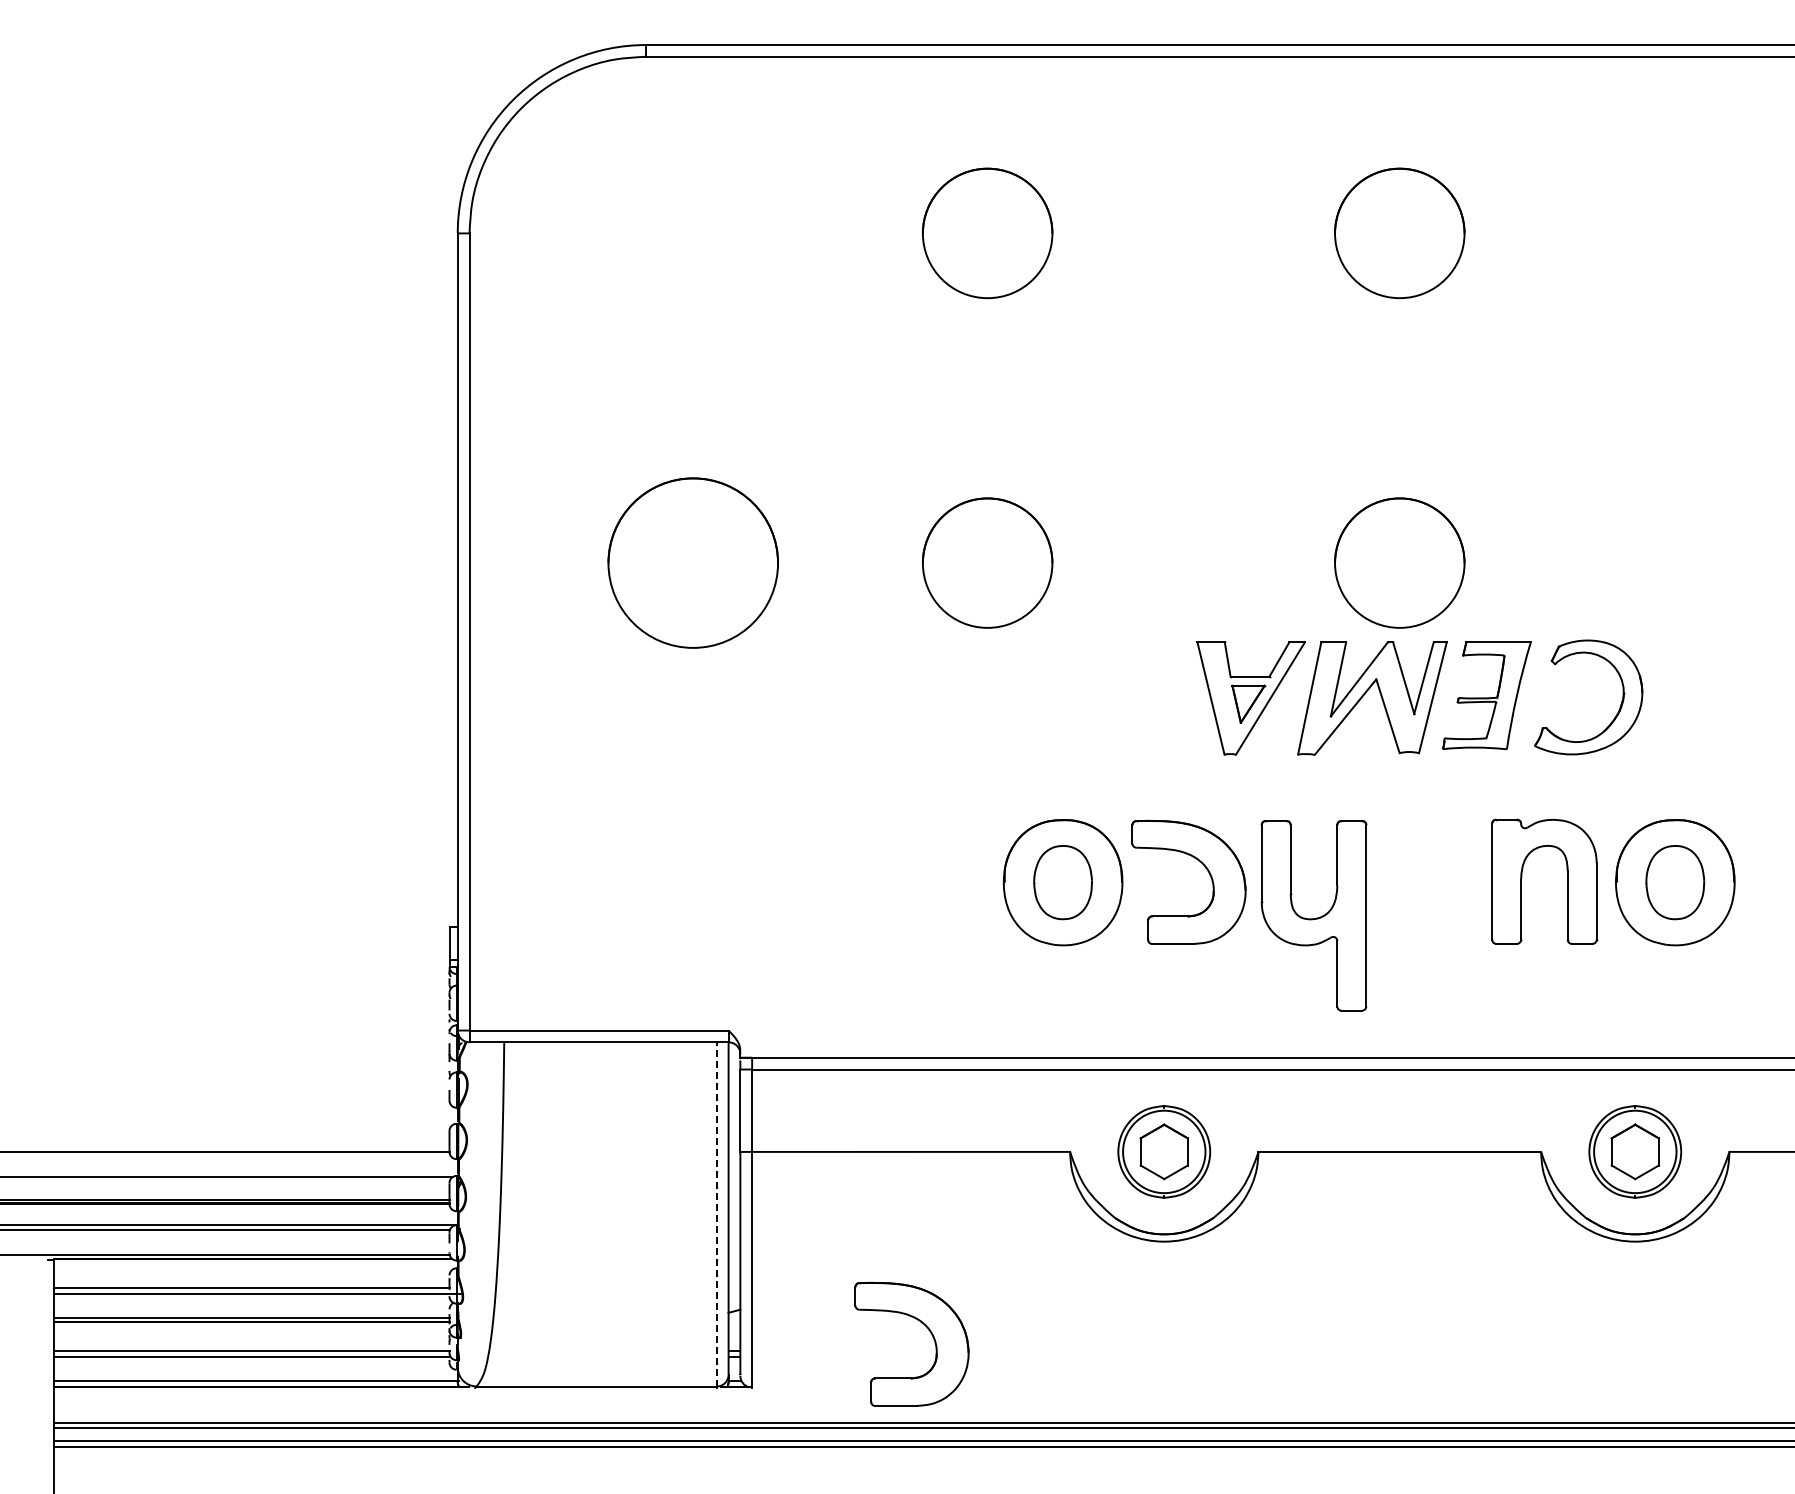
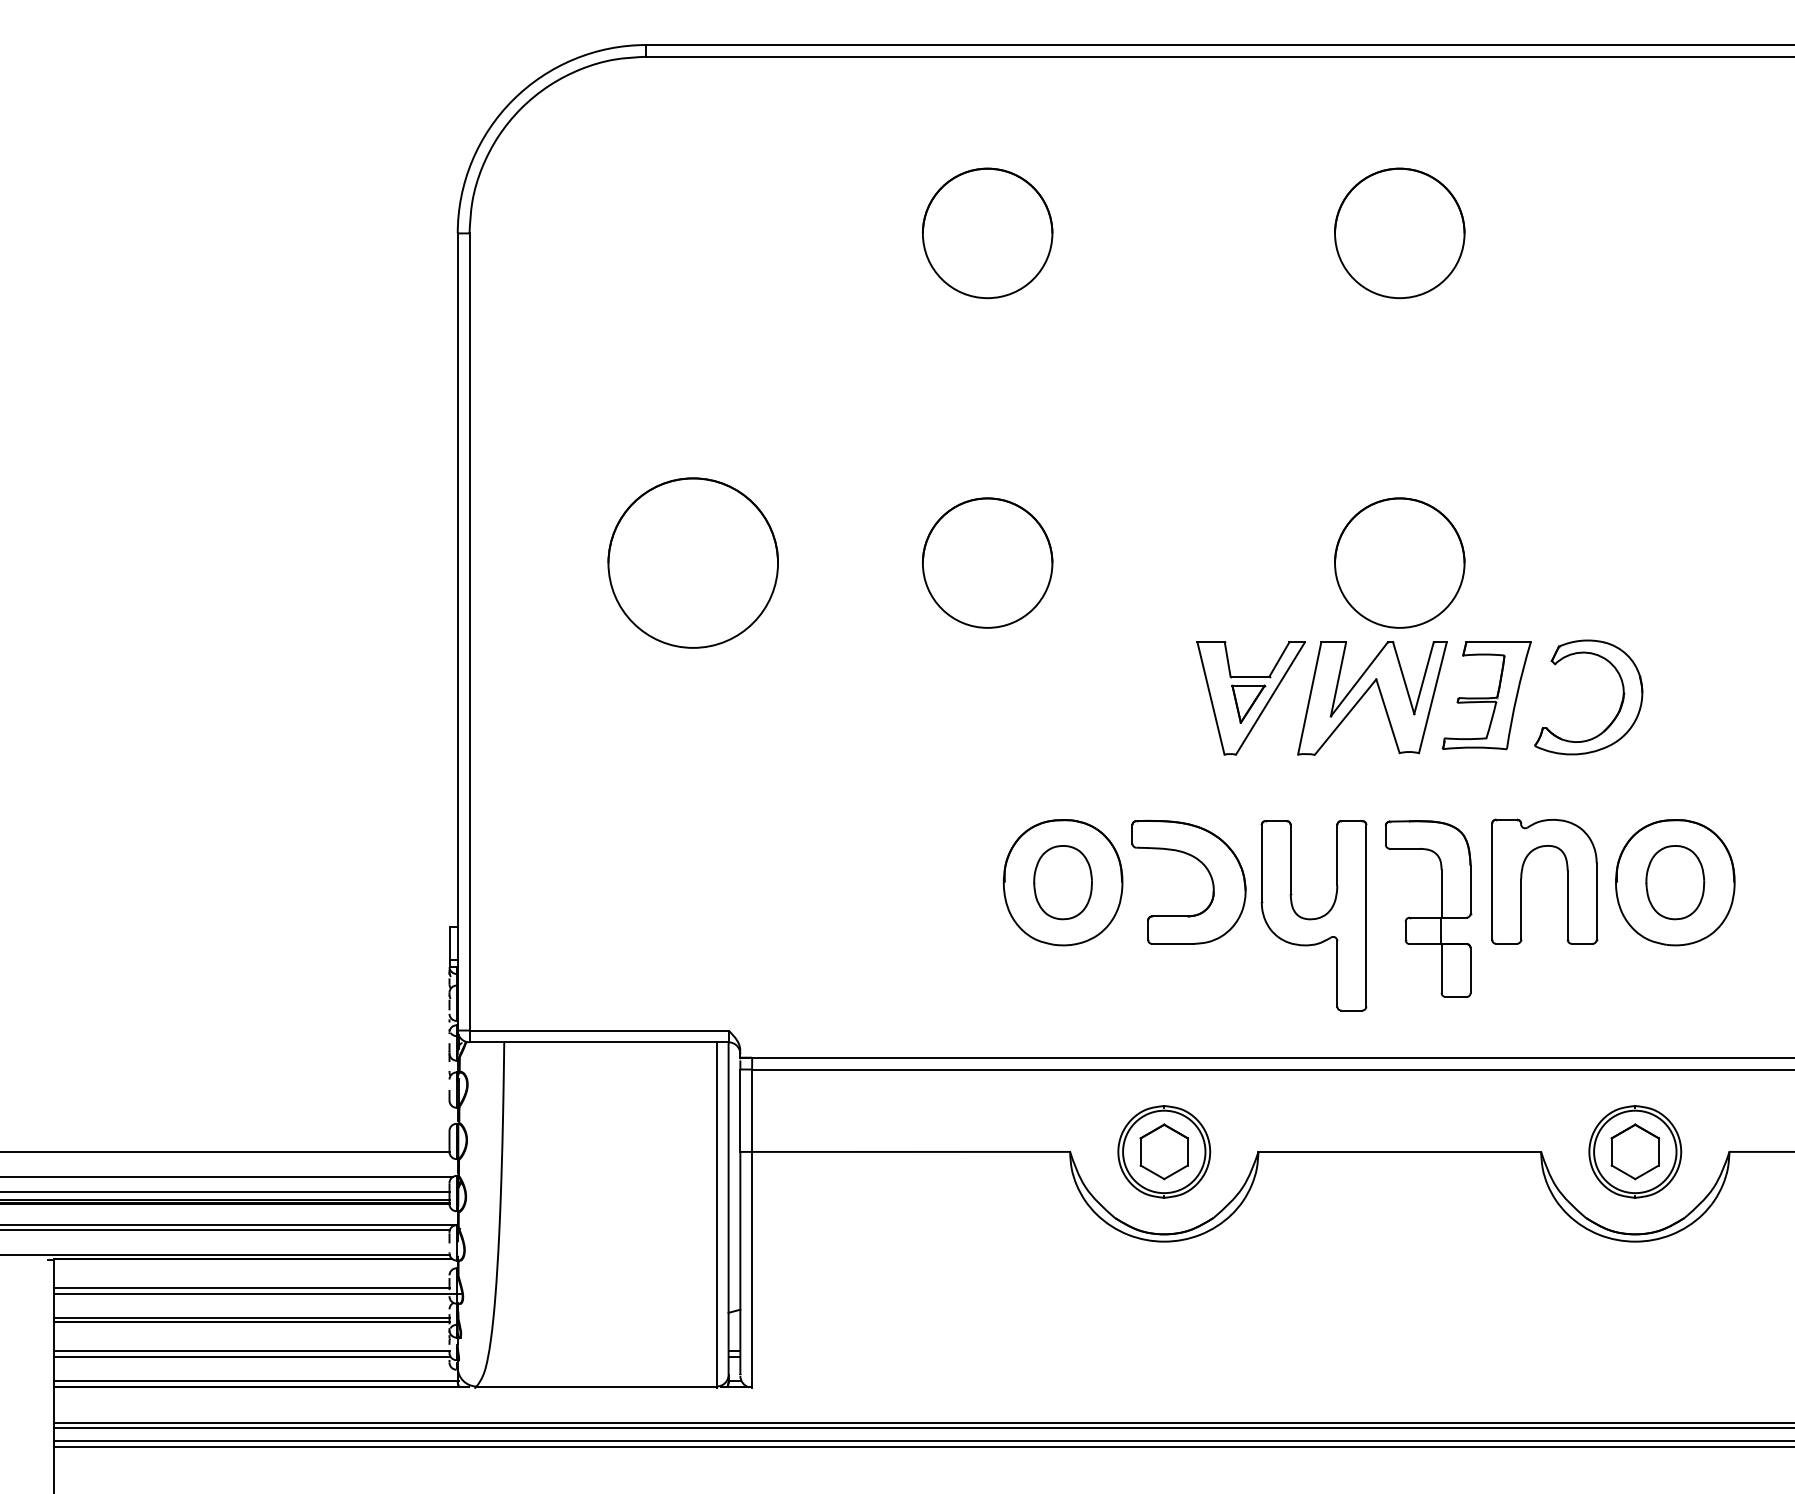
part at (1428, 917): none -> present
line at (225, 1192): none -> present
line at (716, 1213): dashed -> solid
part at (928, 1330): present -> none
